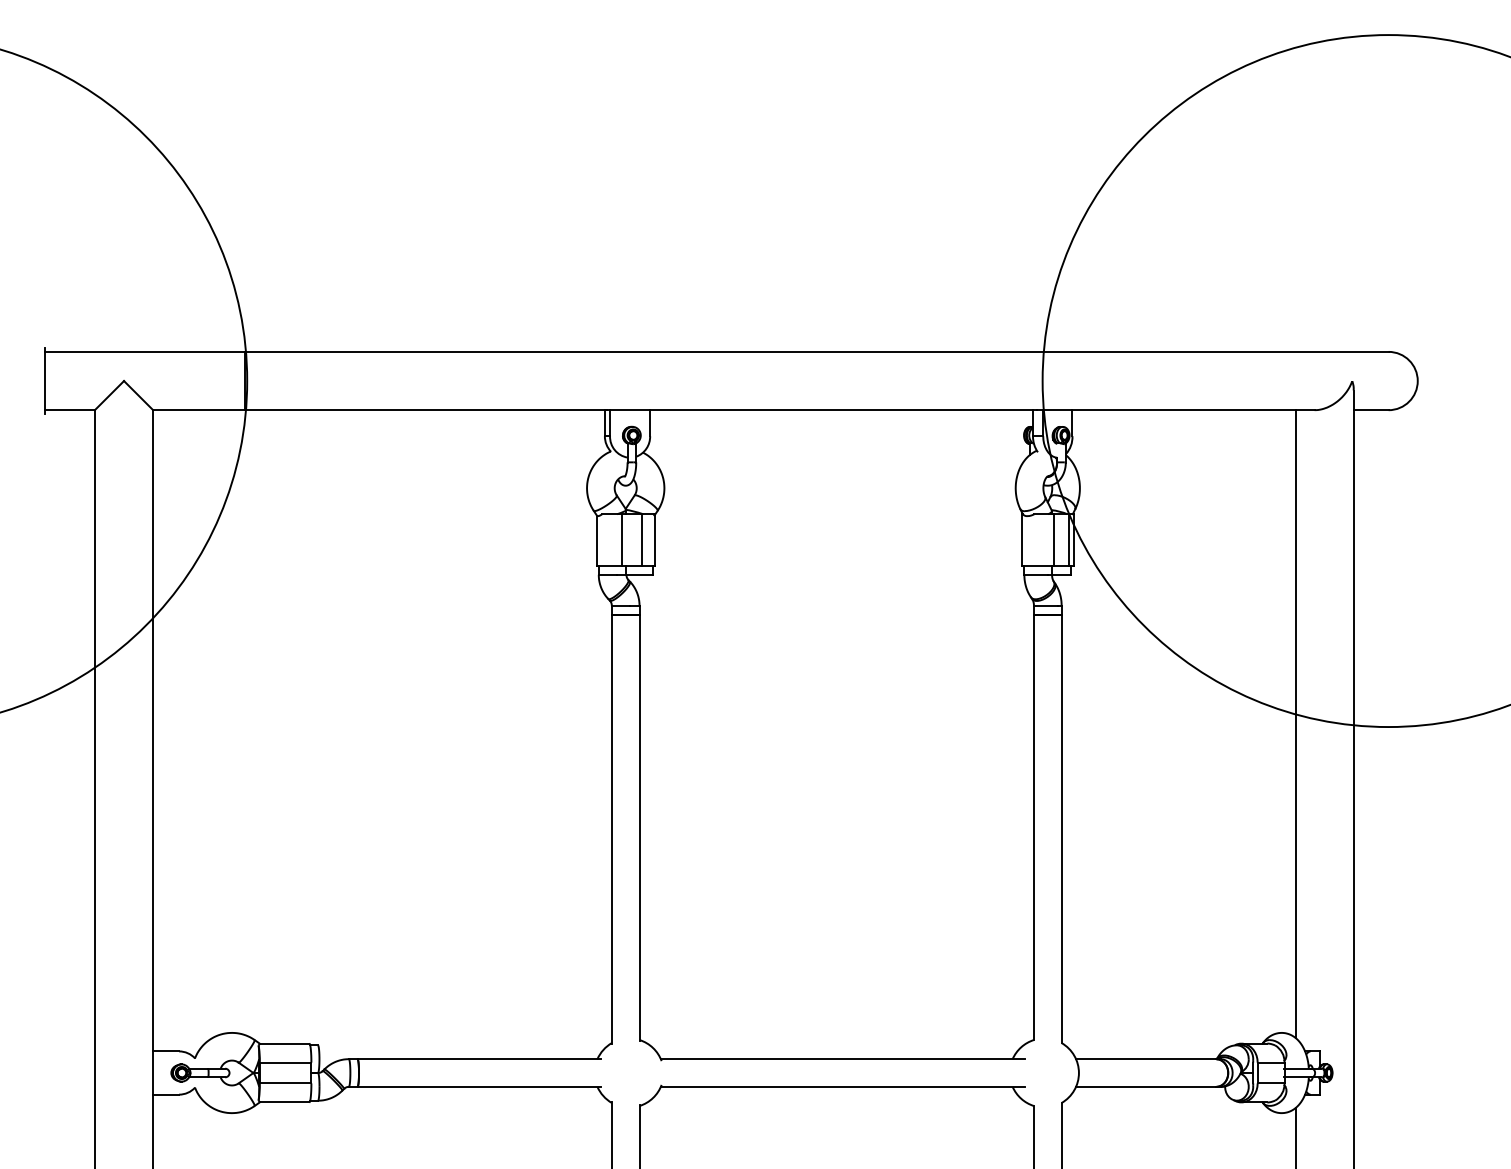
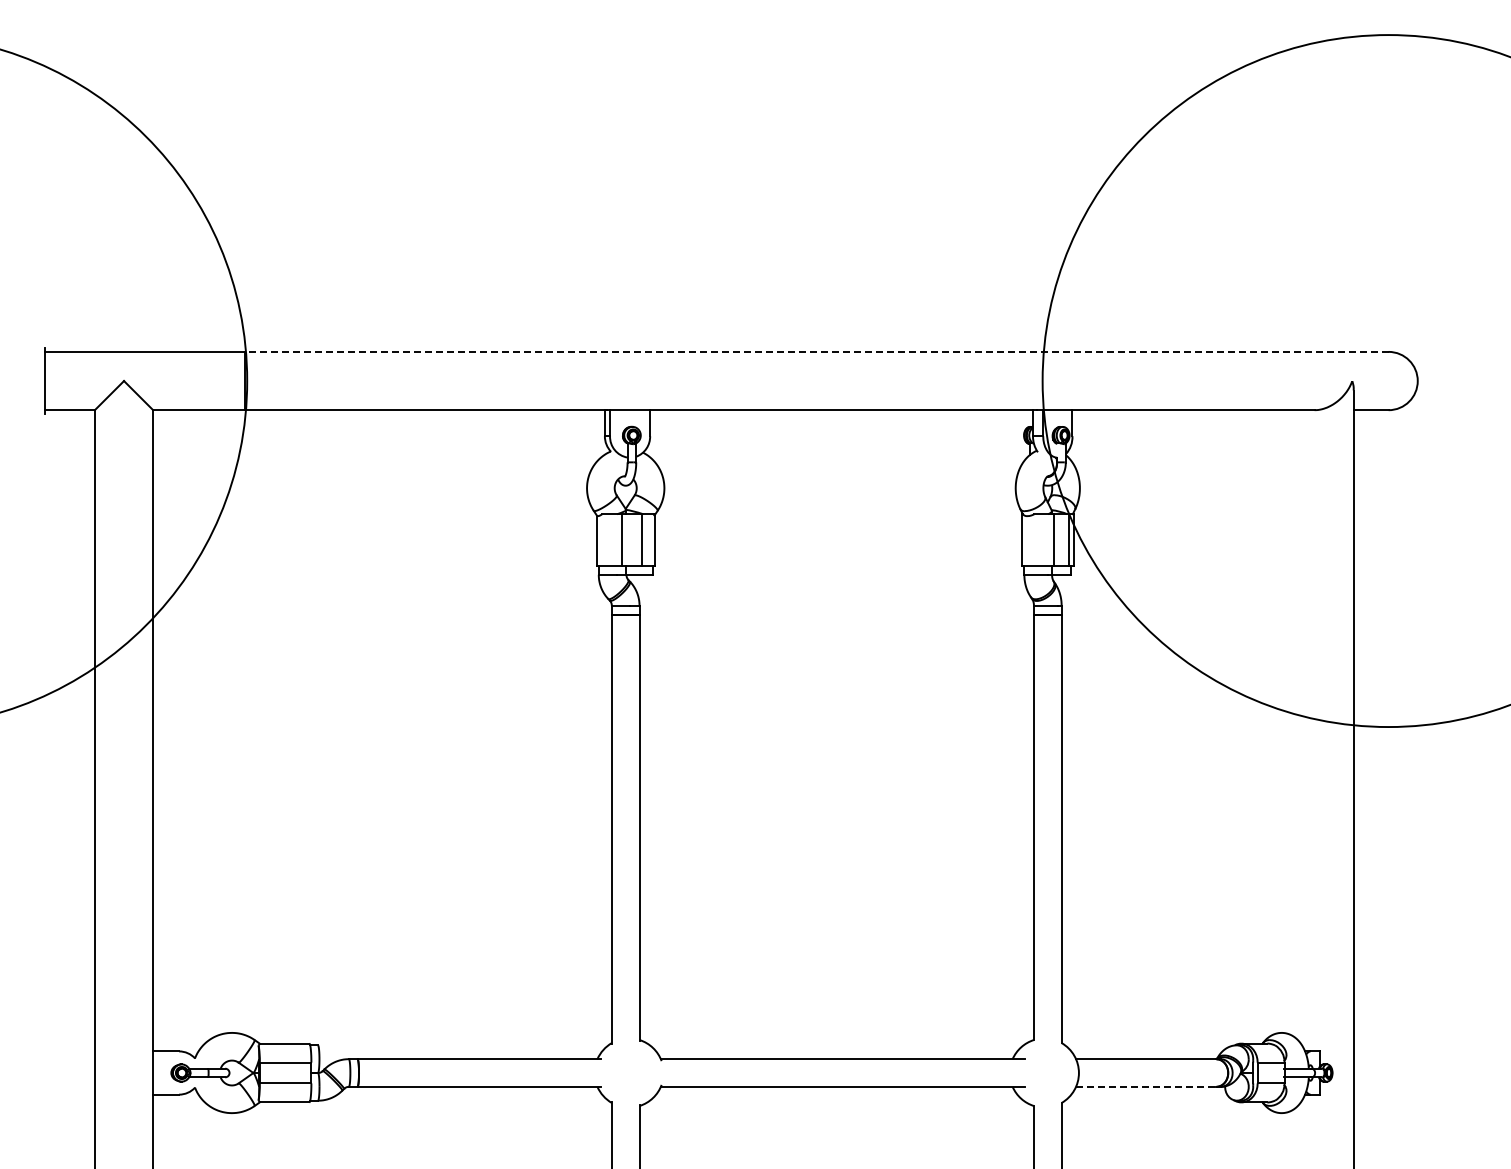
line at (816, 351): solid -> dashed
line at (1295, 724): present -> none
line at (1146, 1086): solid -> dashed
line at (1295, 1136): present -> none
